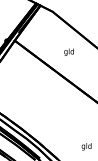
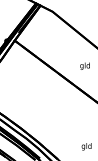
text at (68, 51) position: (68, 51) -> (84, 65)
